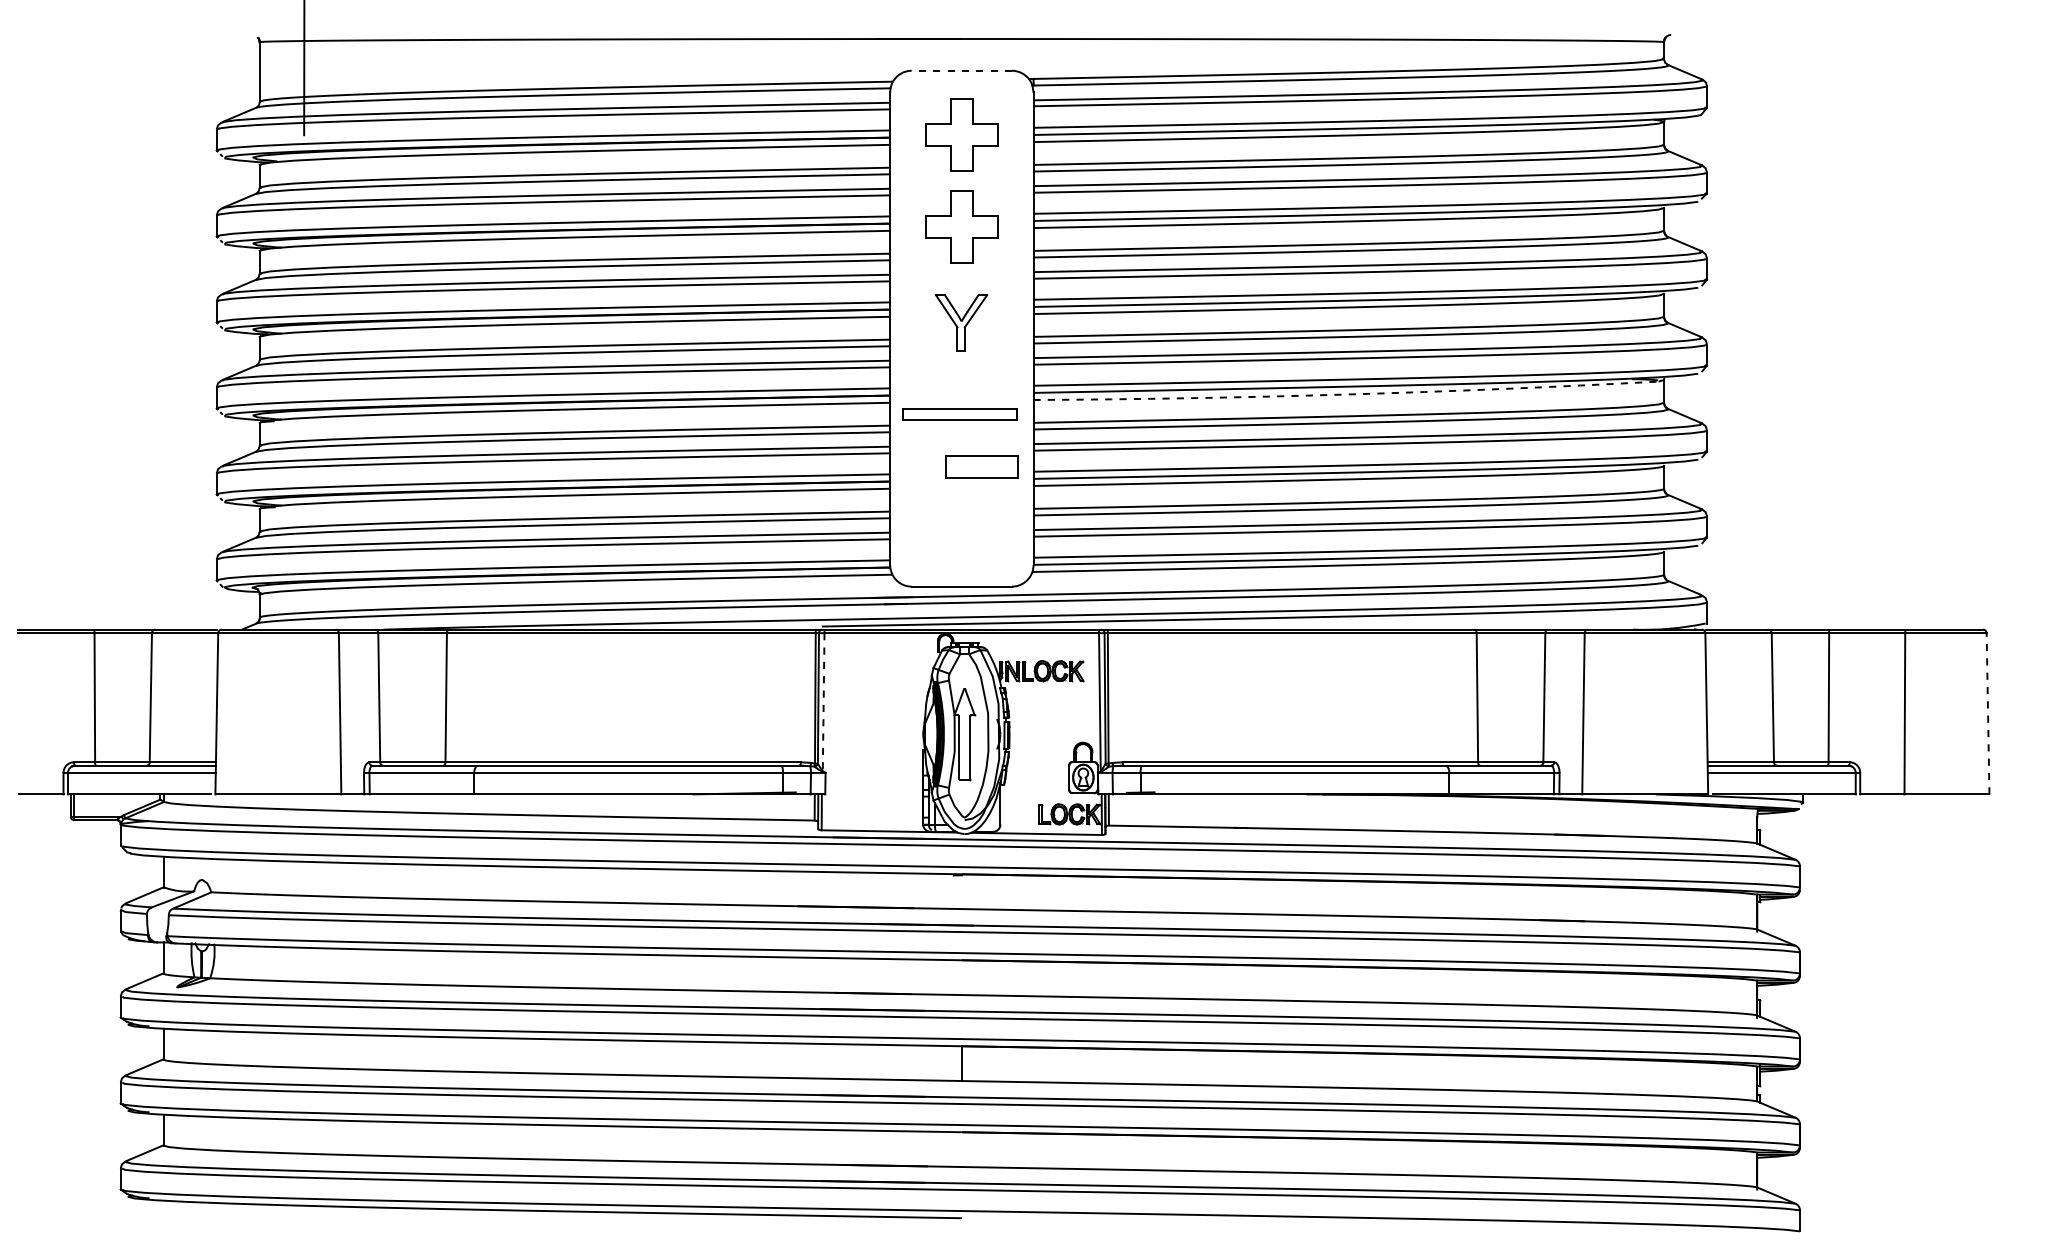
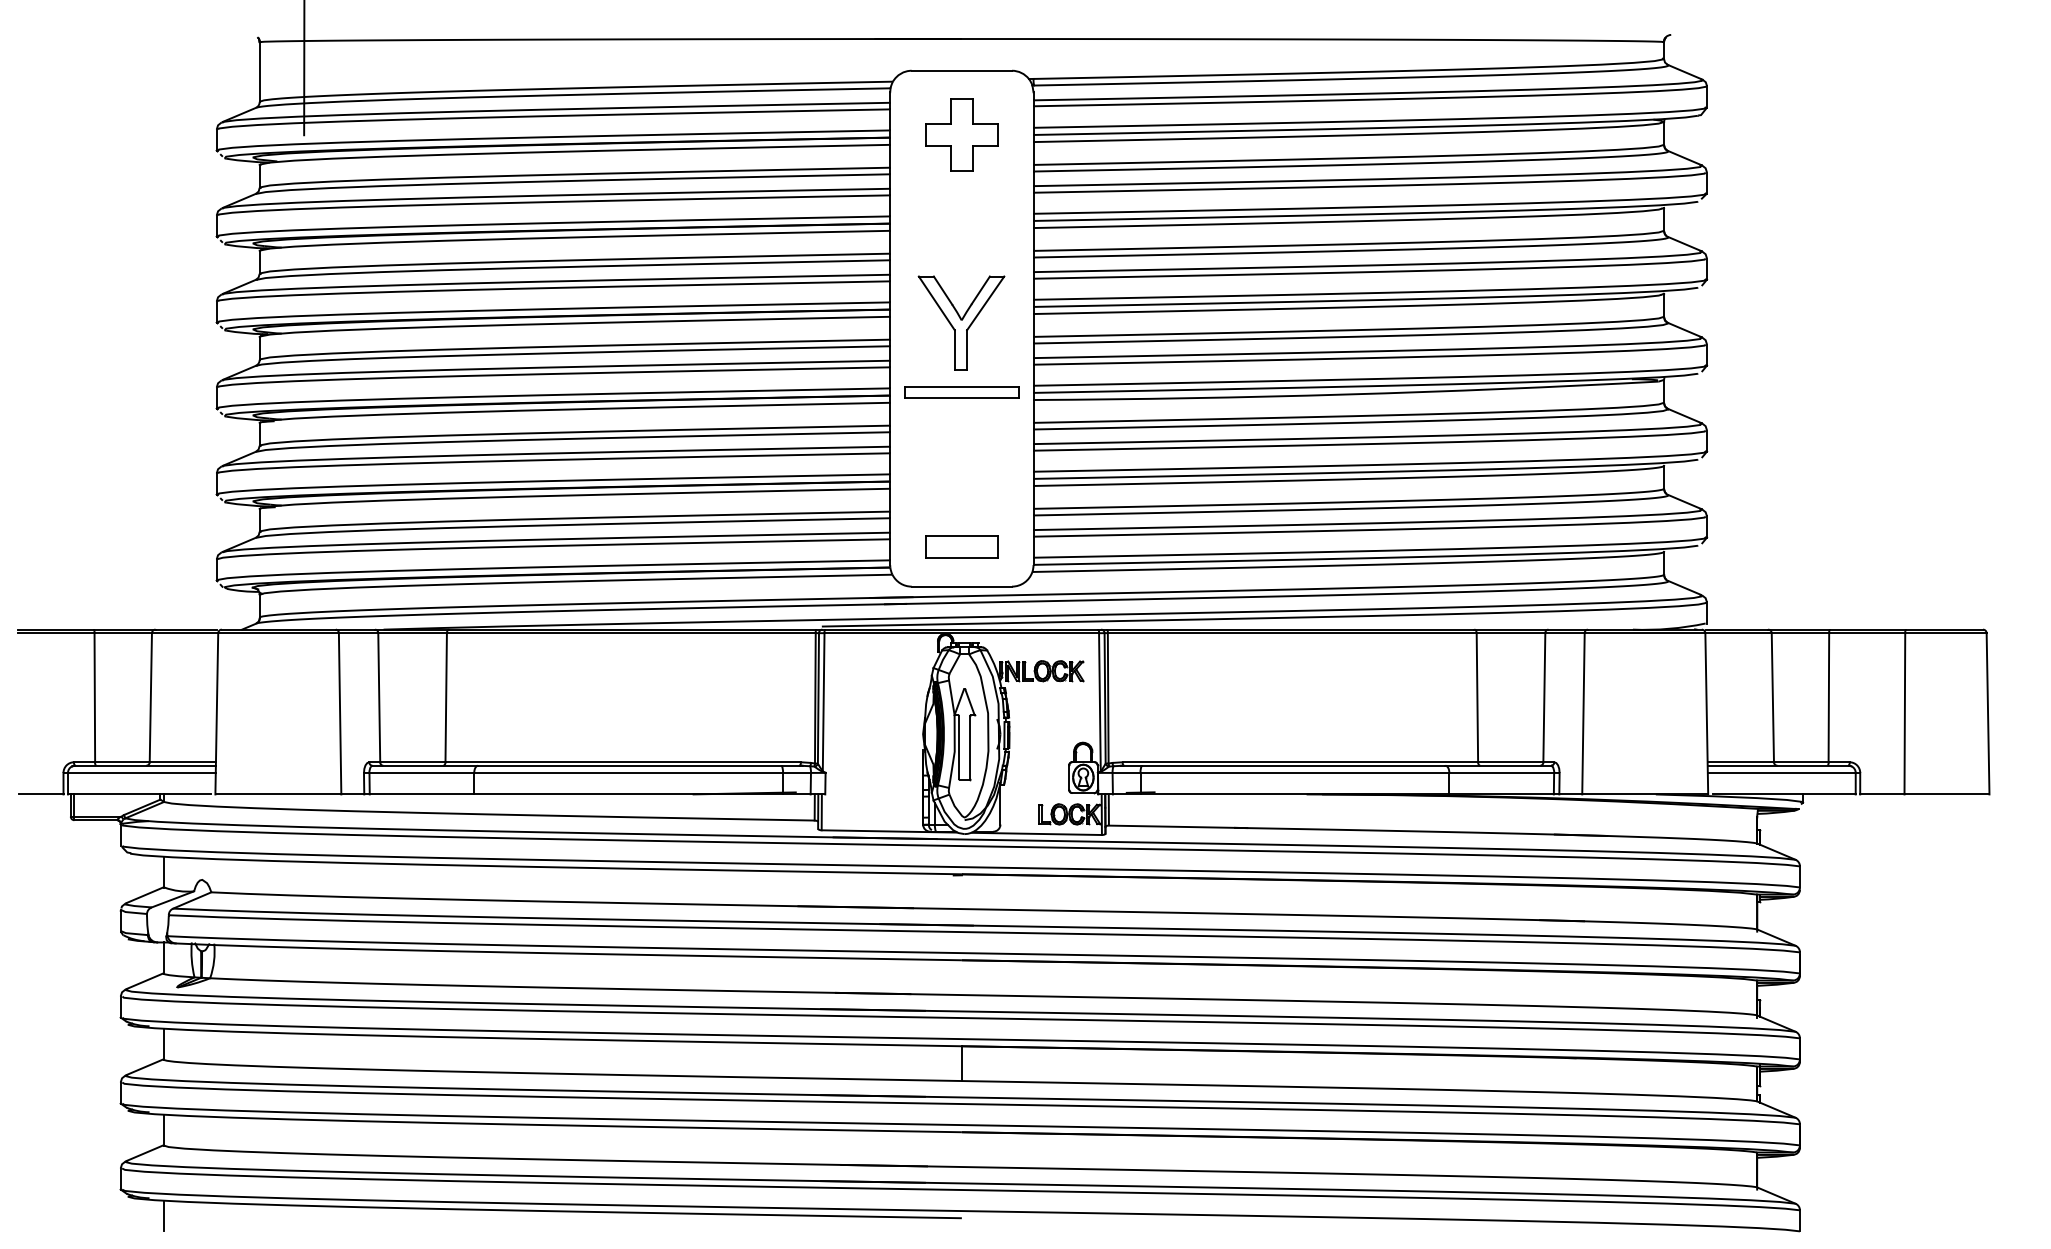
line at (961, 70): dashed -> solid
part at (961, 226): present -> none
part at (961, 322) size: 54x58 px -> 89x96 px
arc at (1346, 394): dashed -> solid
part at (959, 414) position: (959, 414) -> (961, 392)
part at (981, 466) position: (981, 466) -> (961, 546)
line at (823, 702): dashed -> solid
line at (1988, 713): dashed -> solid
line at (163, 1215): none -> present
